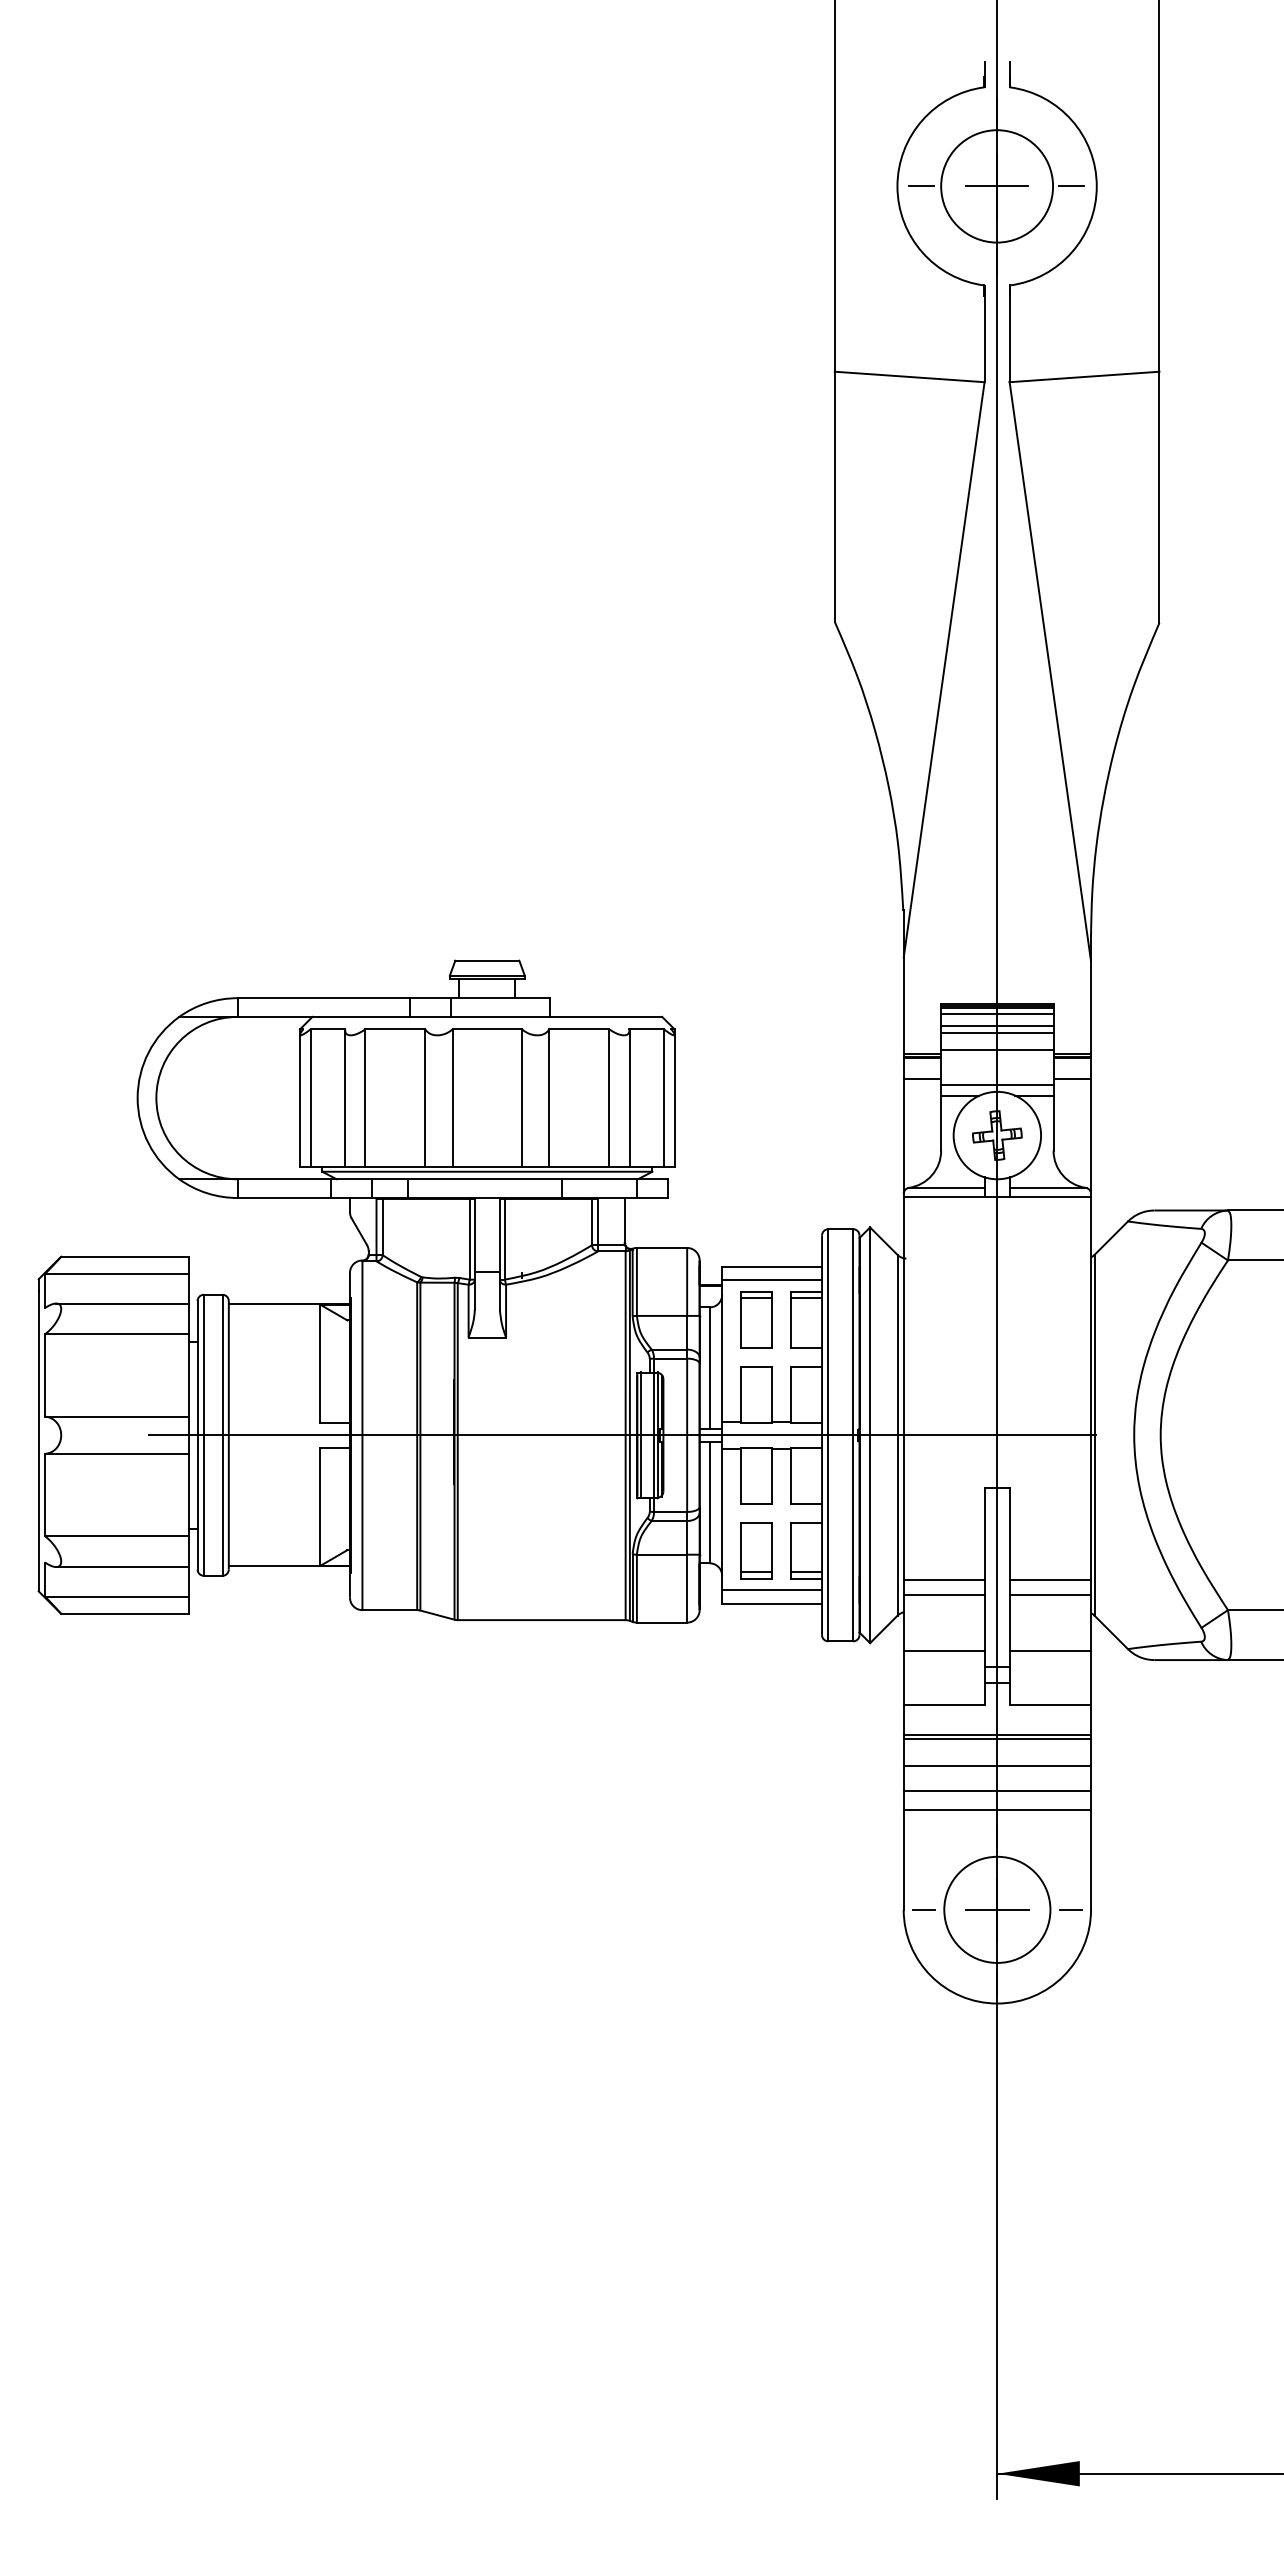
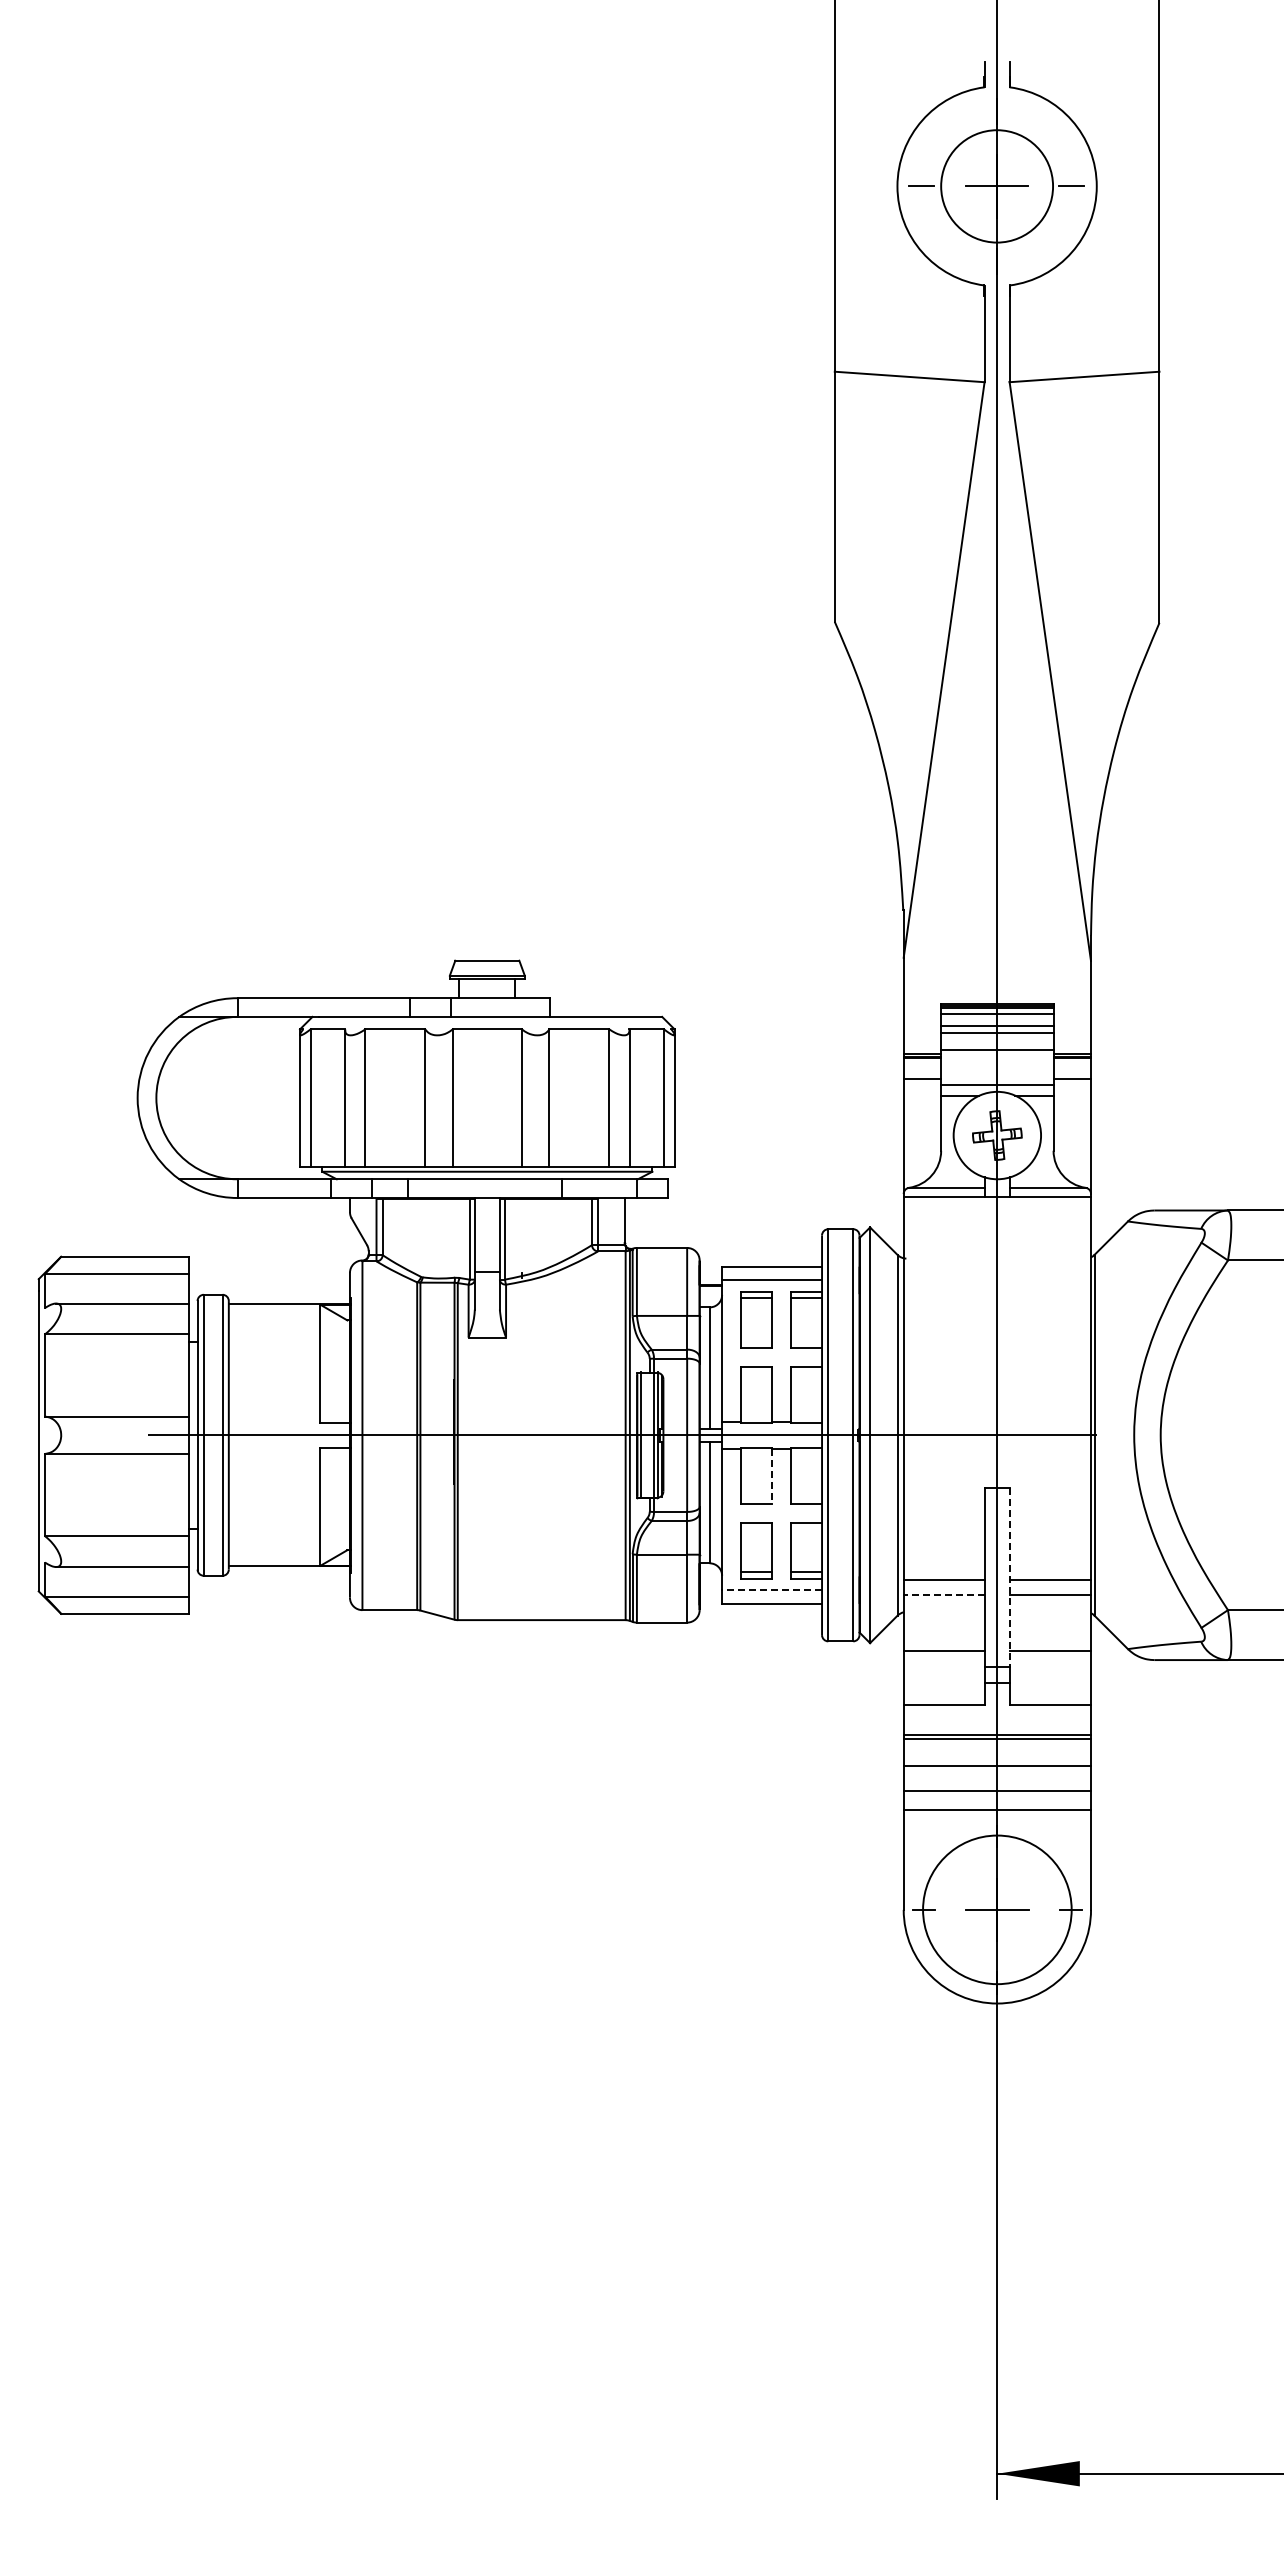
line at (772, 1476): solid -> dashed
line at (1009, 1577): solid -> dashed
line at (772, 1590): solid -> dashed
line at (944, 1594): solid -> dashed
circle at (997, 1909) diameter: 106 px -> 149 px
